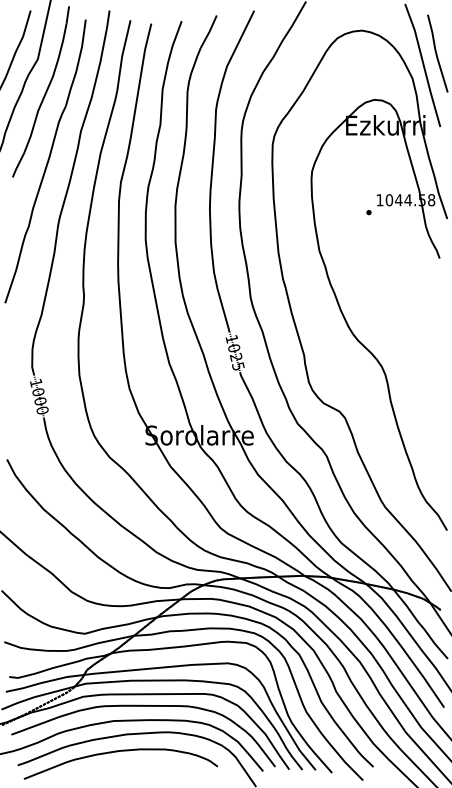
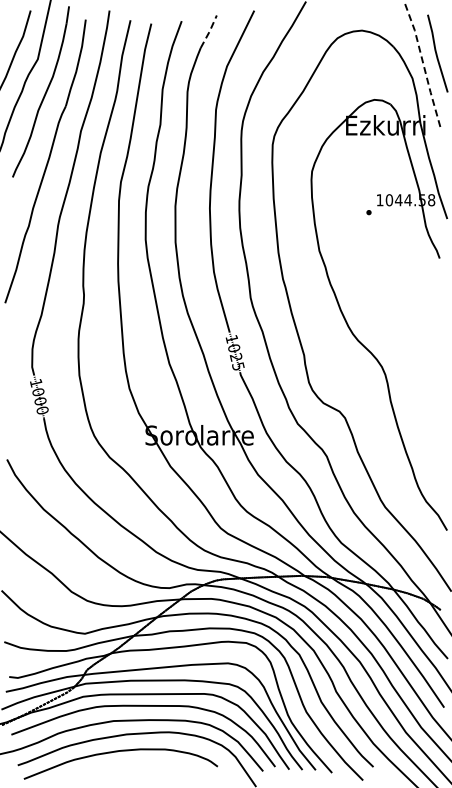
line at (209, 31): solid -> dashed
line at (423, 65): solid -> dashed
